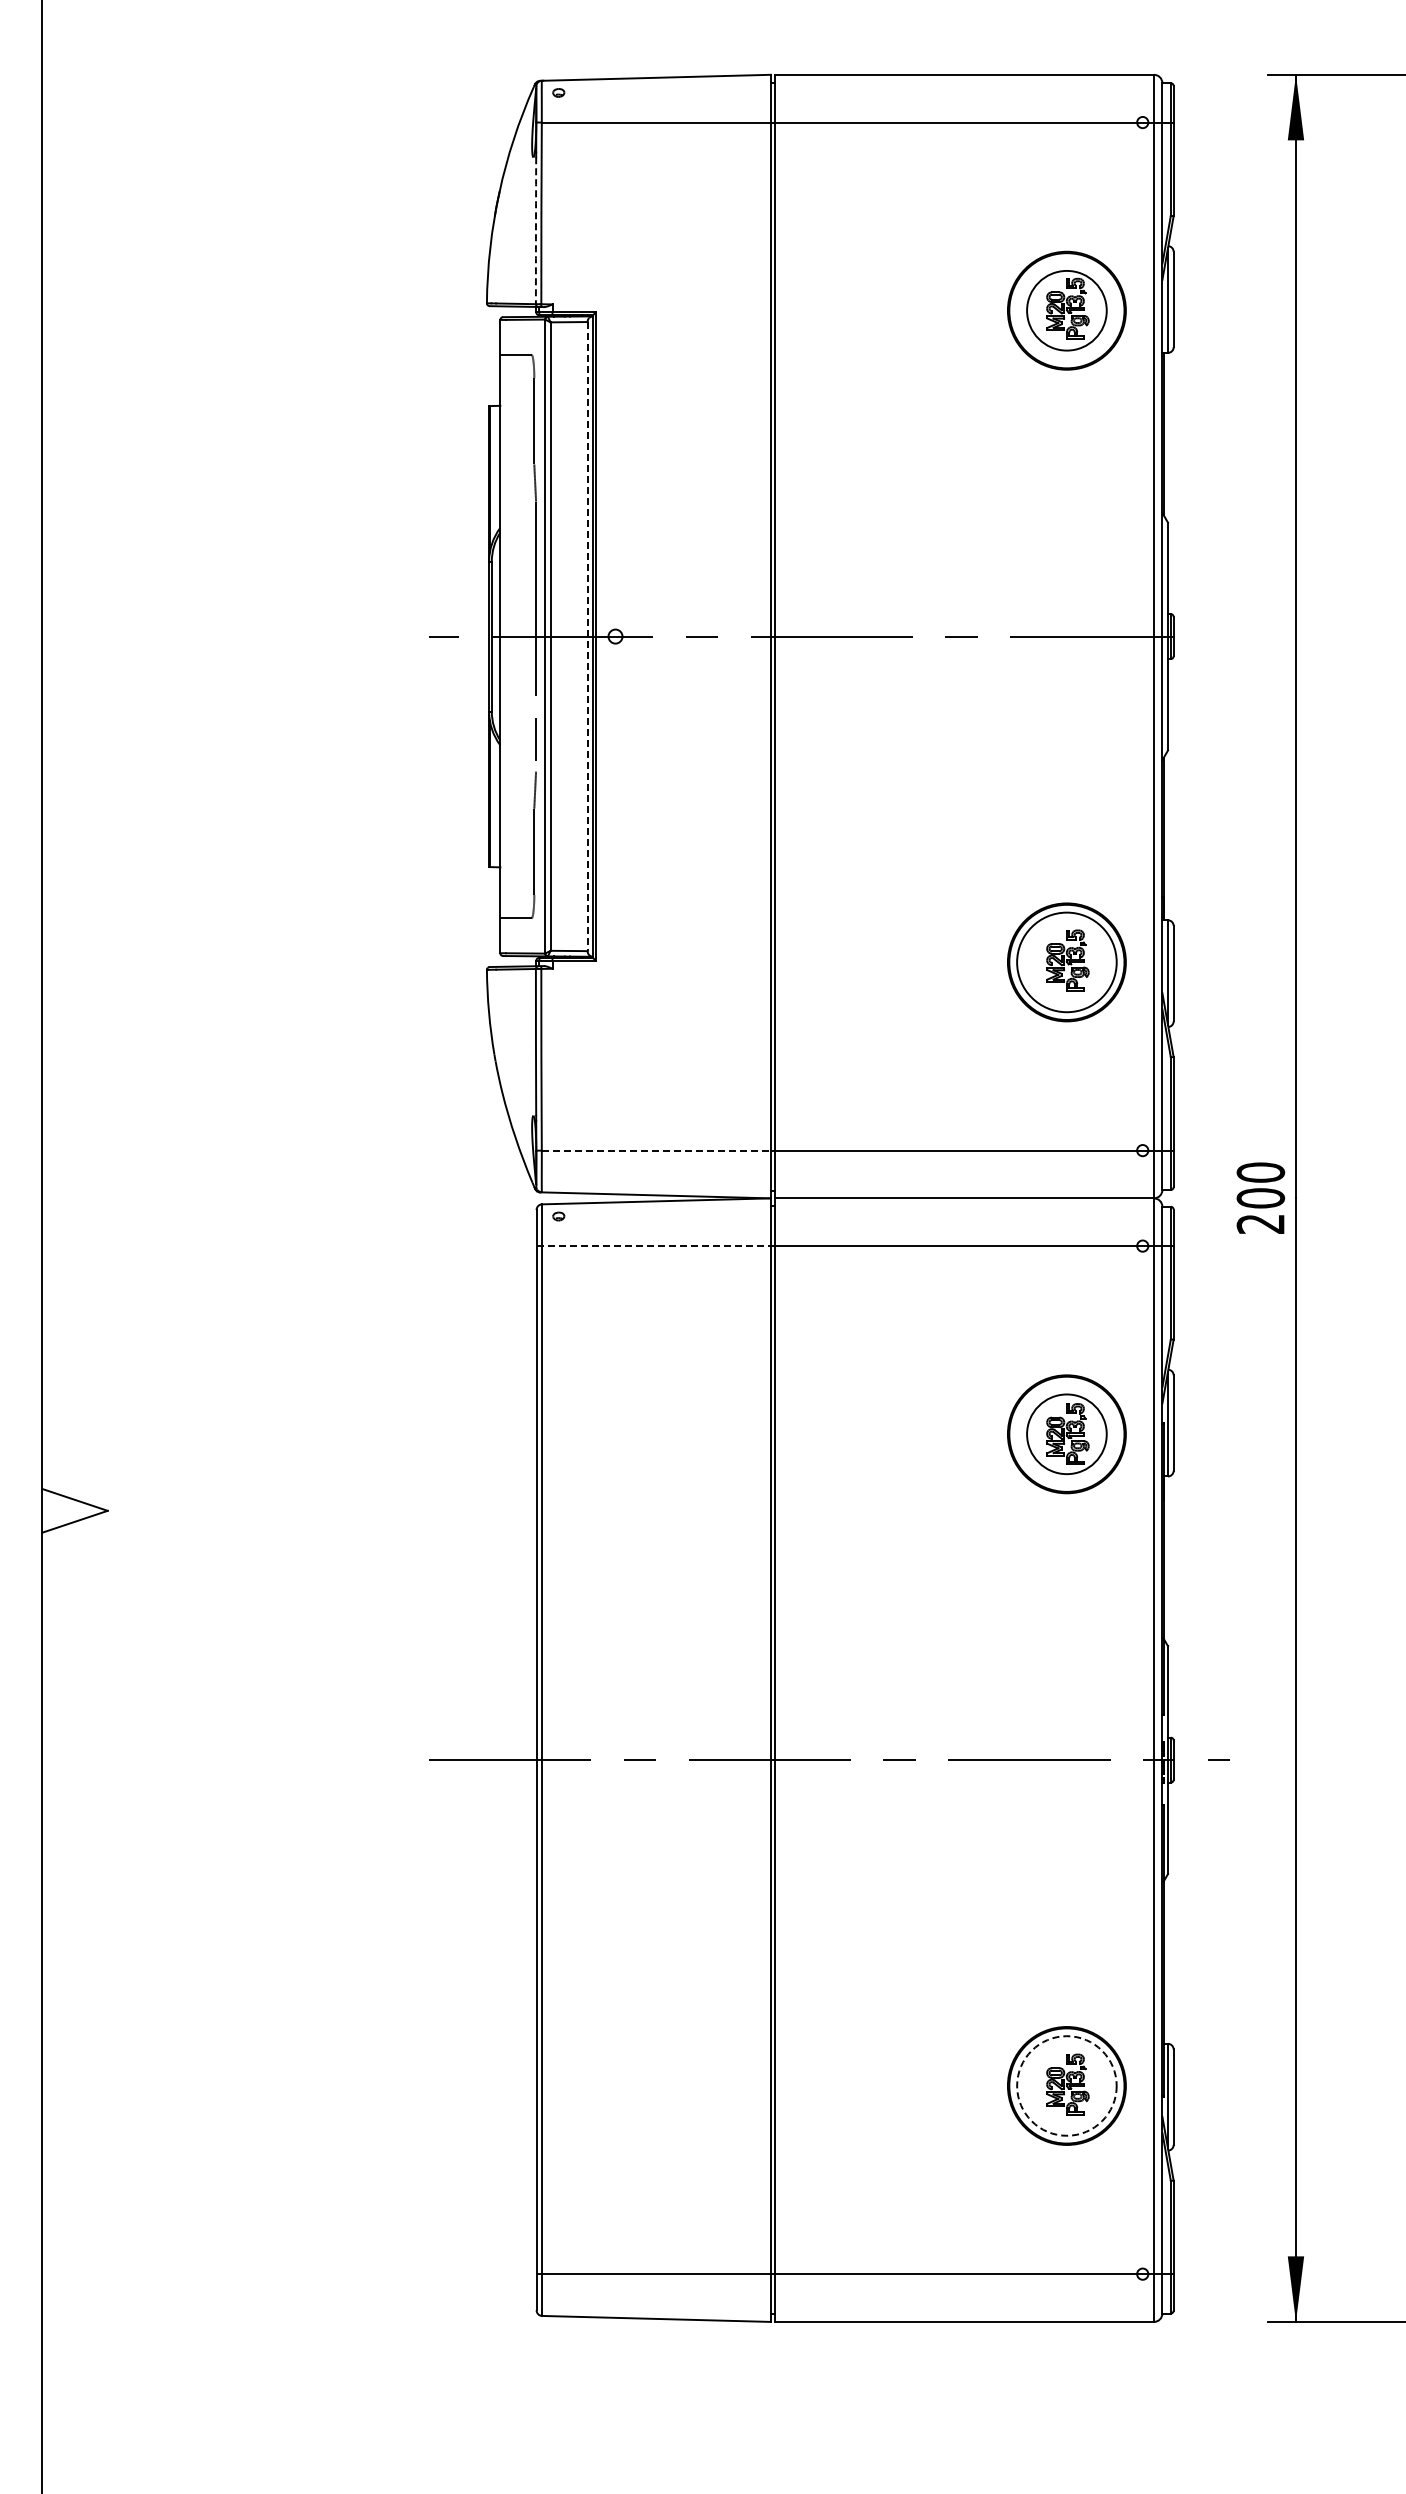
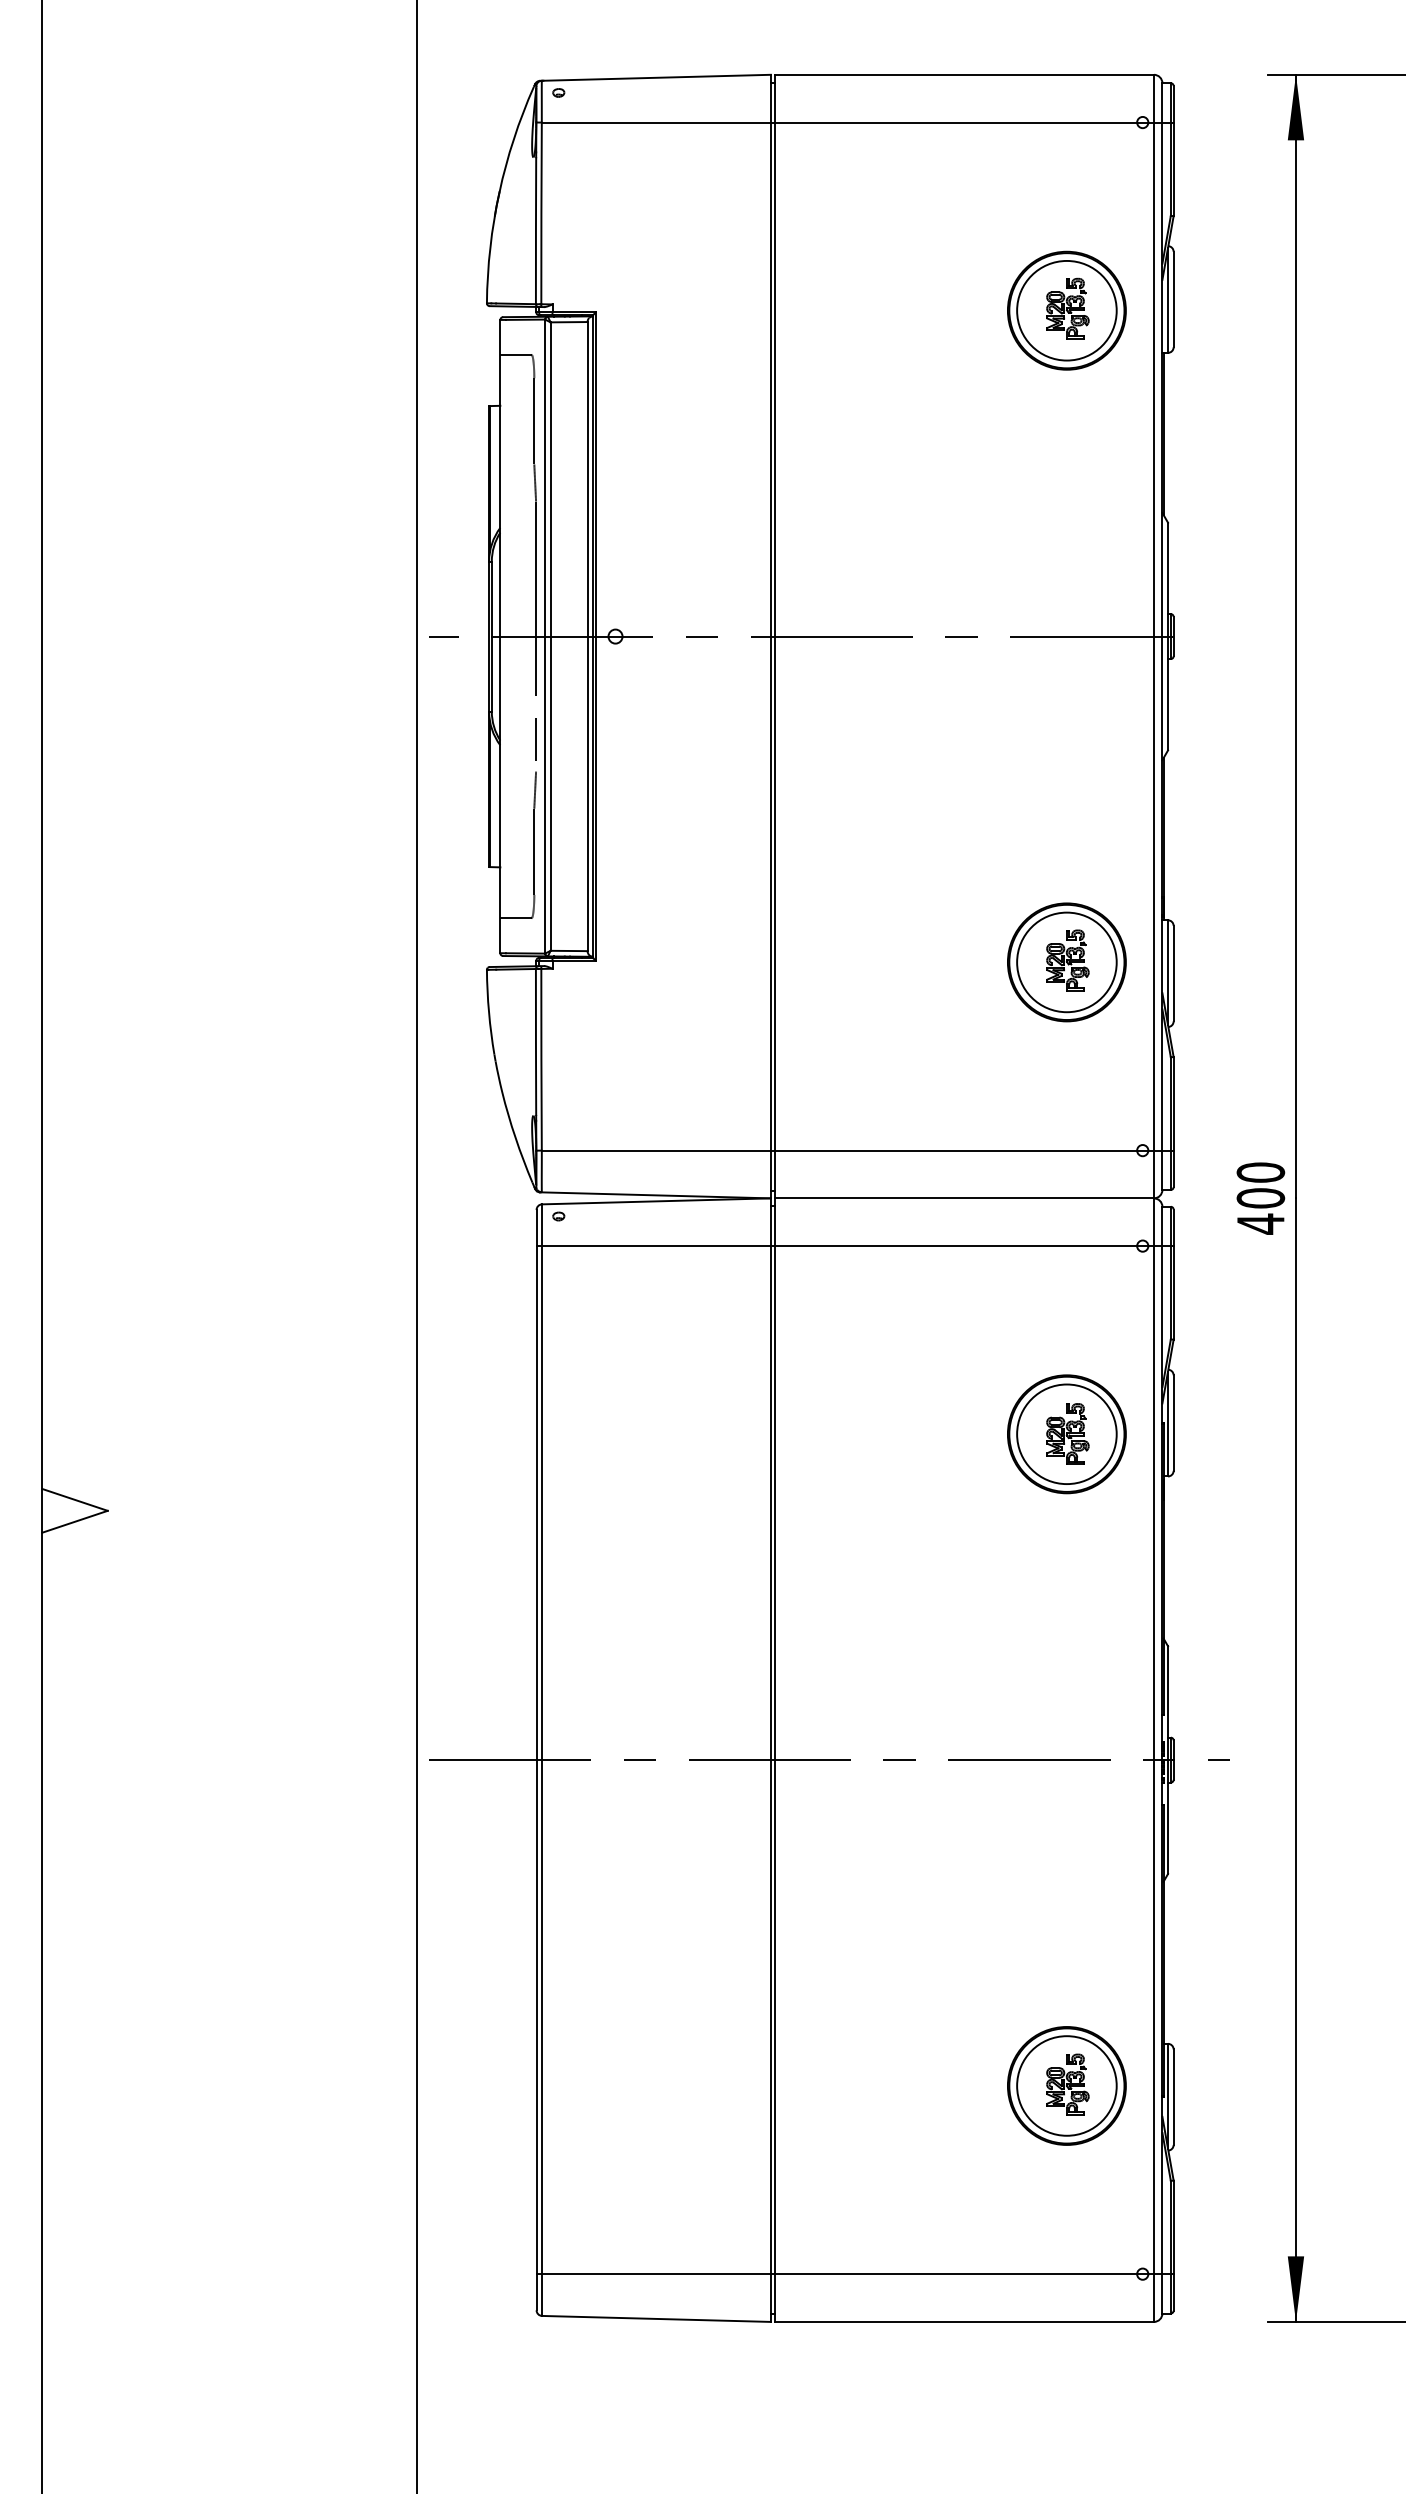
arc at (535, 230): dashed -> solid
circle at (1066, 310) diameter: 80 px -> 100 px
line at (587, 636): dashed -> solid
line at (656, 1150): dashed -> solid
text at (1260, 1223): 200 -> 400
line at (416, 1246): none -> present
line at (654, 1246): dashed -> solid
circle at (1066, 1434) diameter: 80 px -> 100 px
circle at (1066, 2085): dashed -> solid
